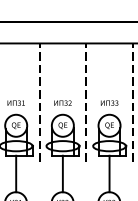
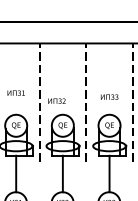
text at (15, 102) position: (15, 102) -> (15, 92)
text at (62, 102) position: (62, 102) -> (56, 100)
text at (109, 102) position: (109, 102) -> (109, 96)
